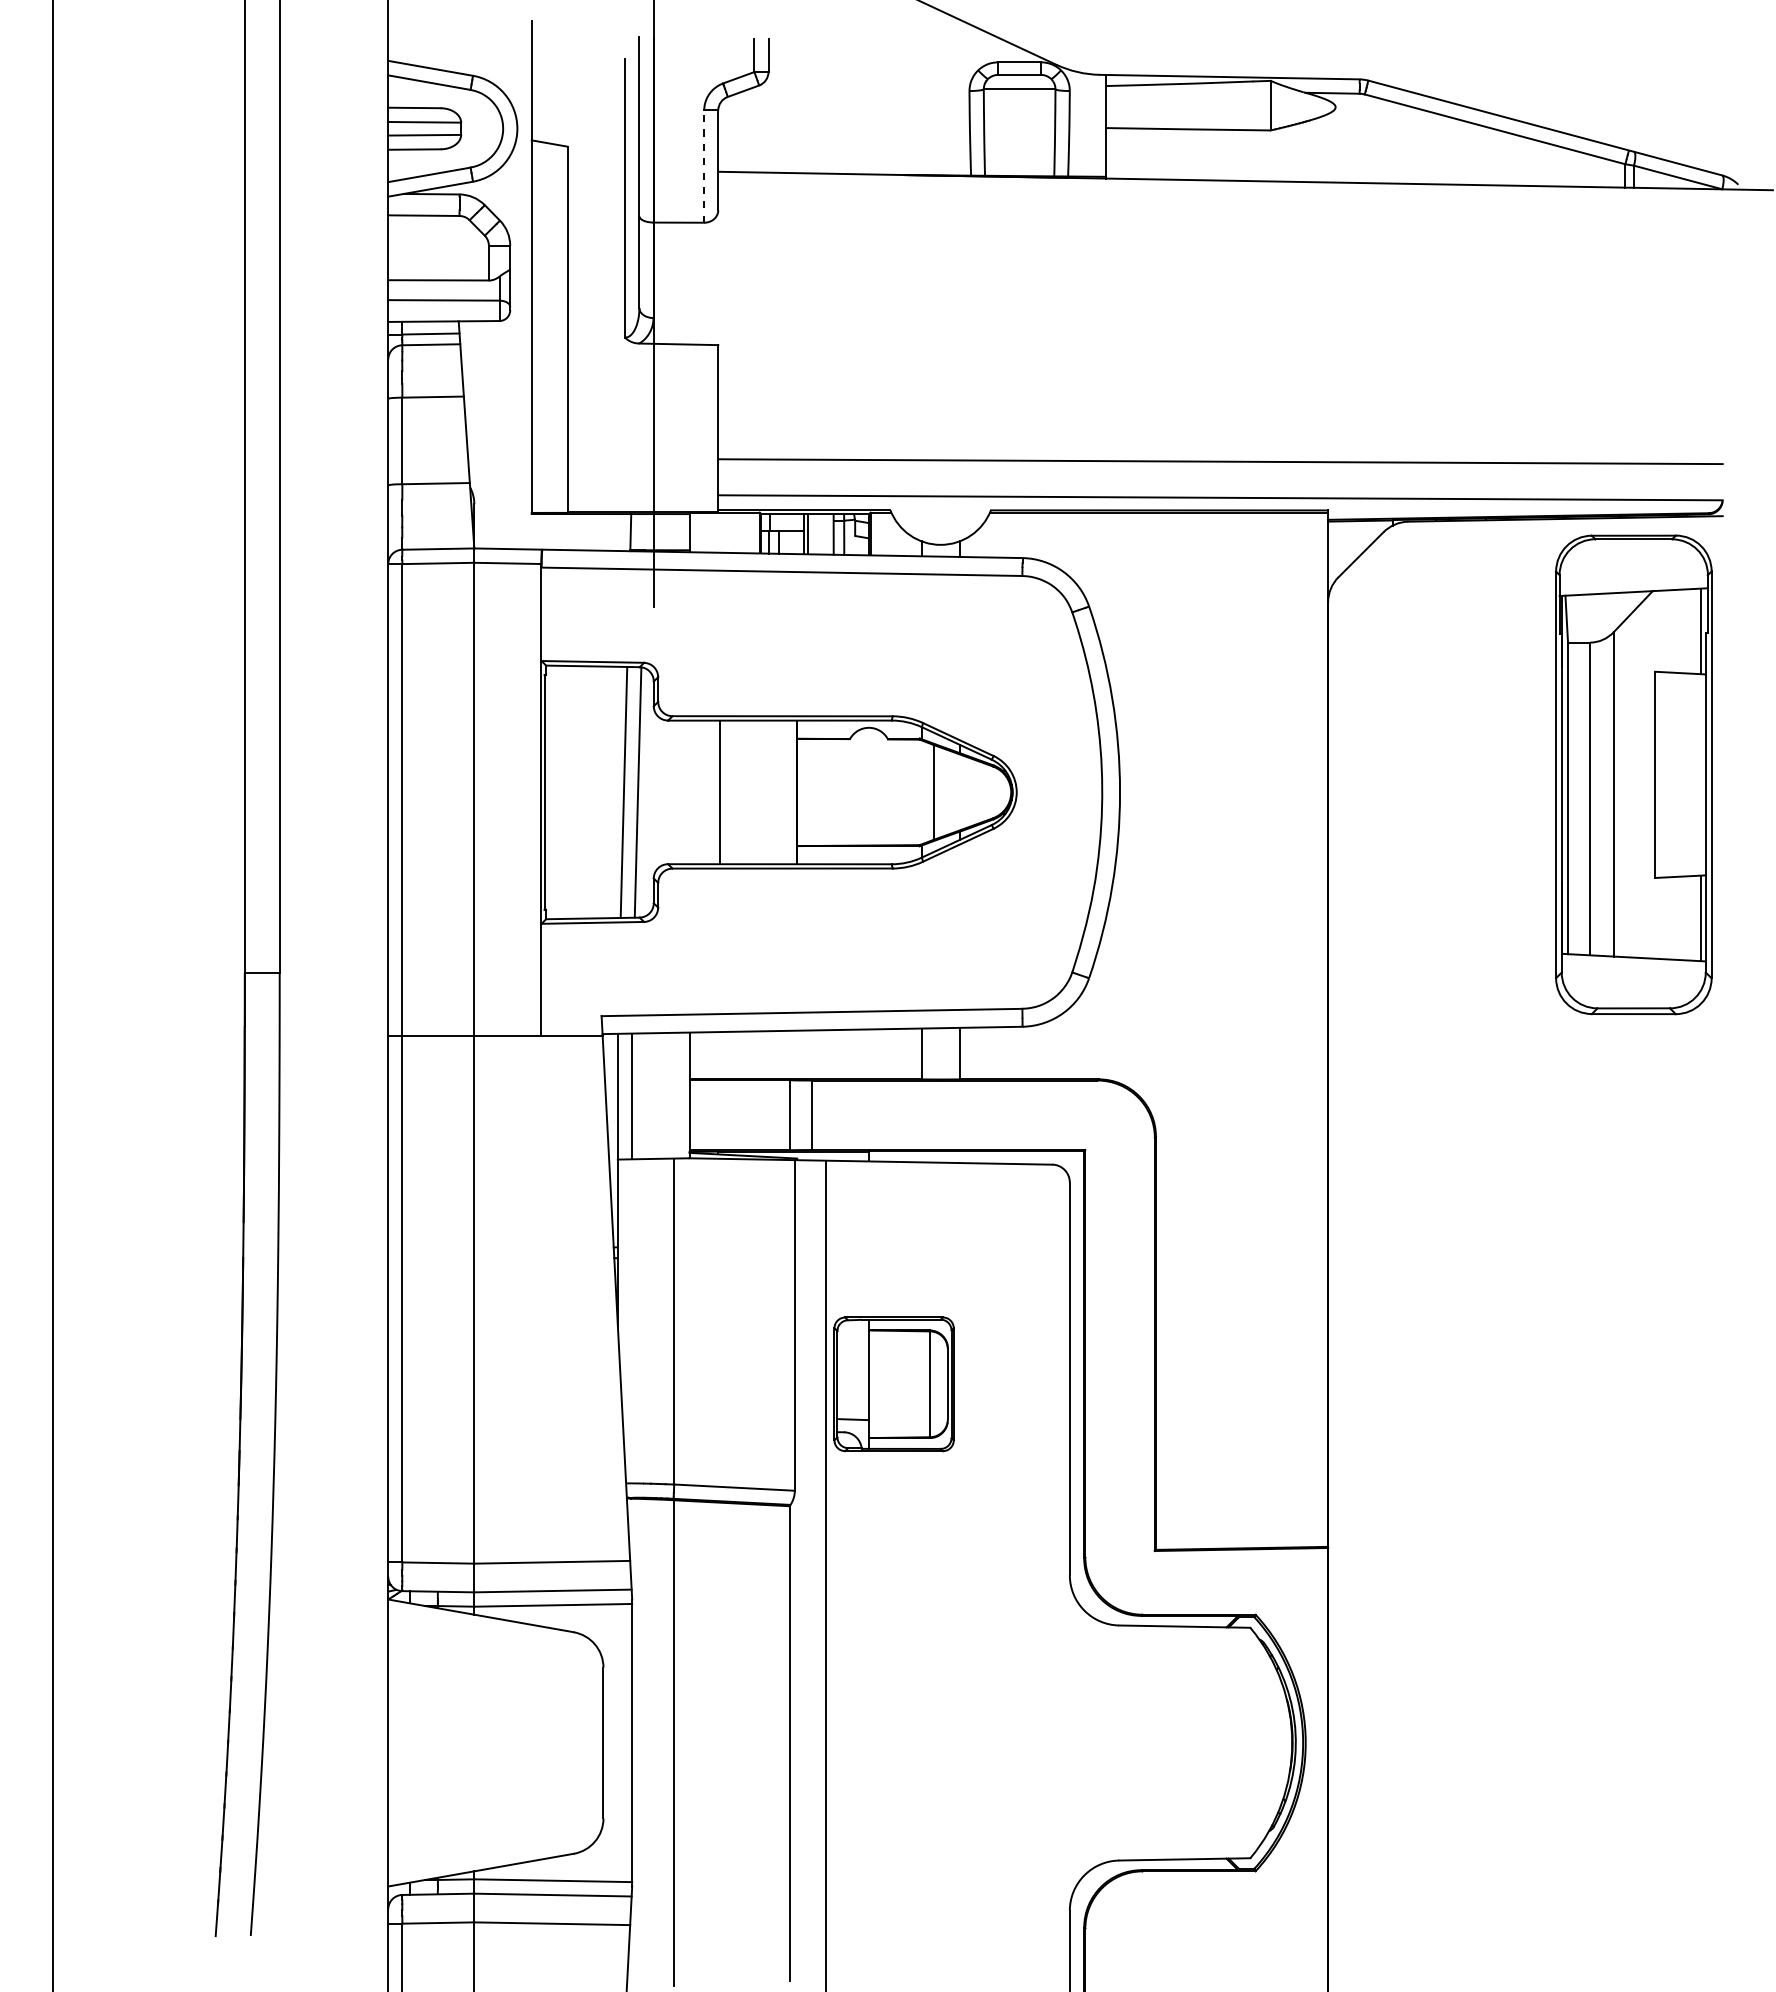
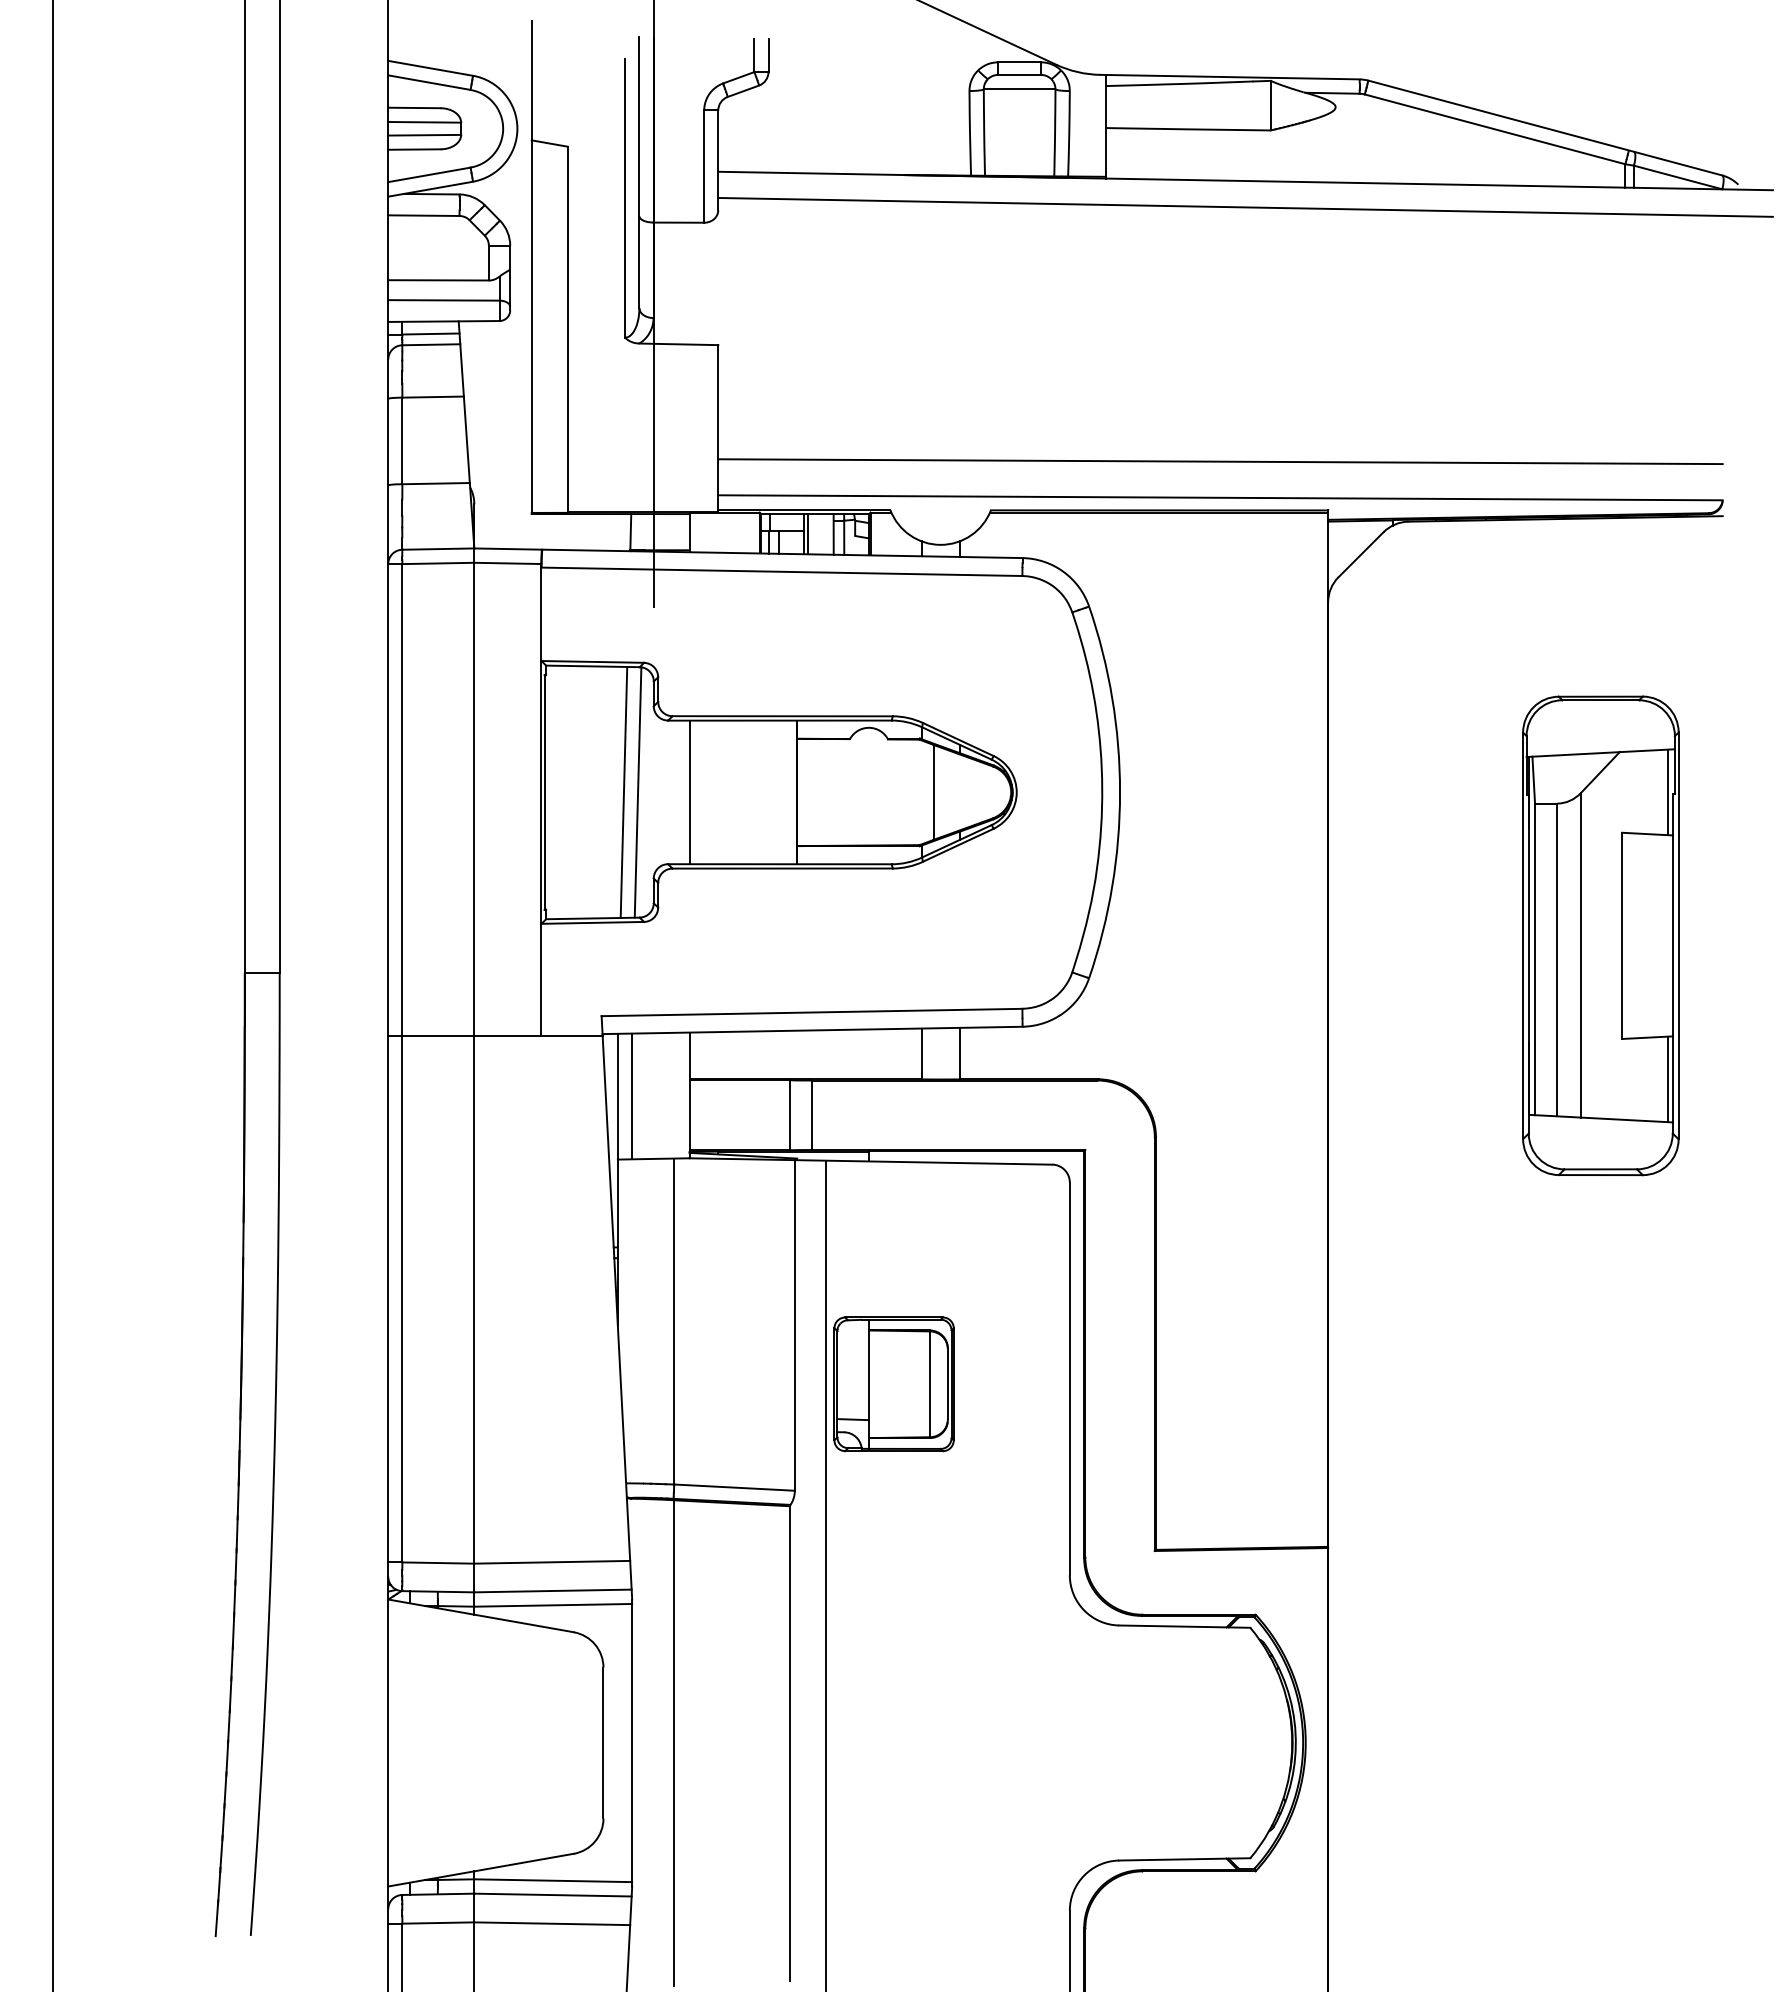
line at (704, 166): dashed -> solid
line at (1245, 206): none -> present
part at (1633, 774) position: (1633, 774) -> (1600, 935)
line at (719, 792) position: (719, 792) -> (689, 792)
